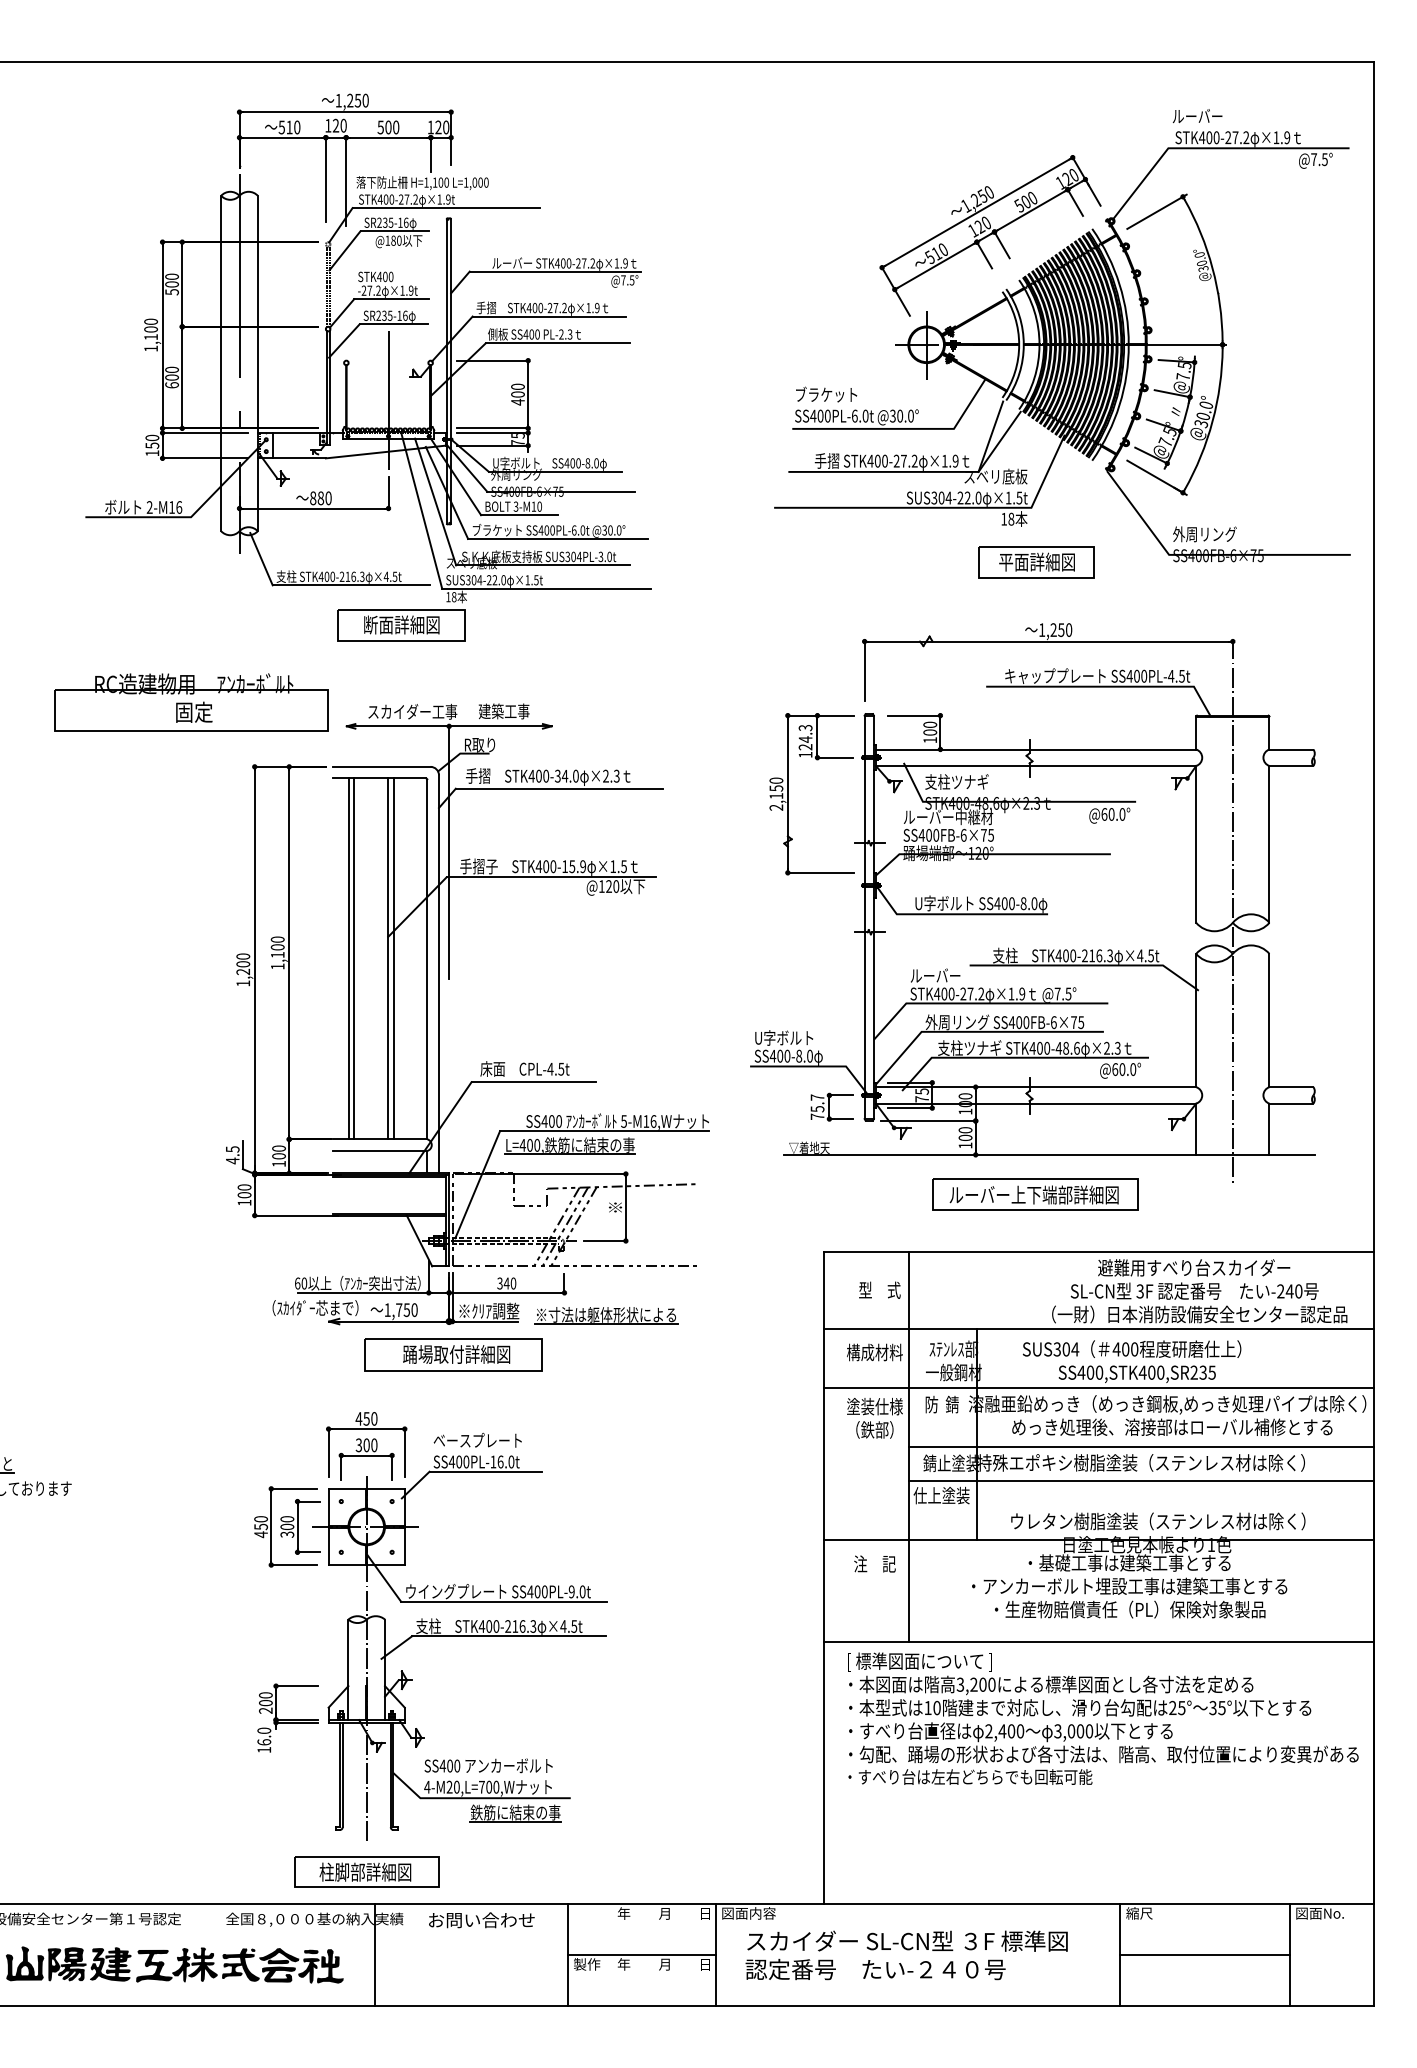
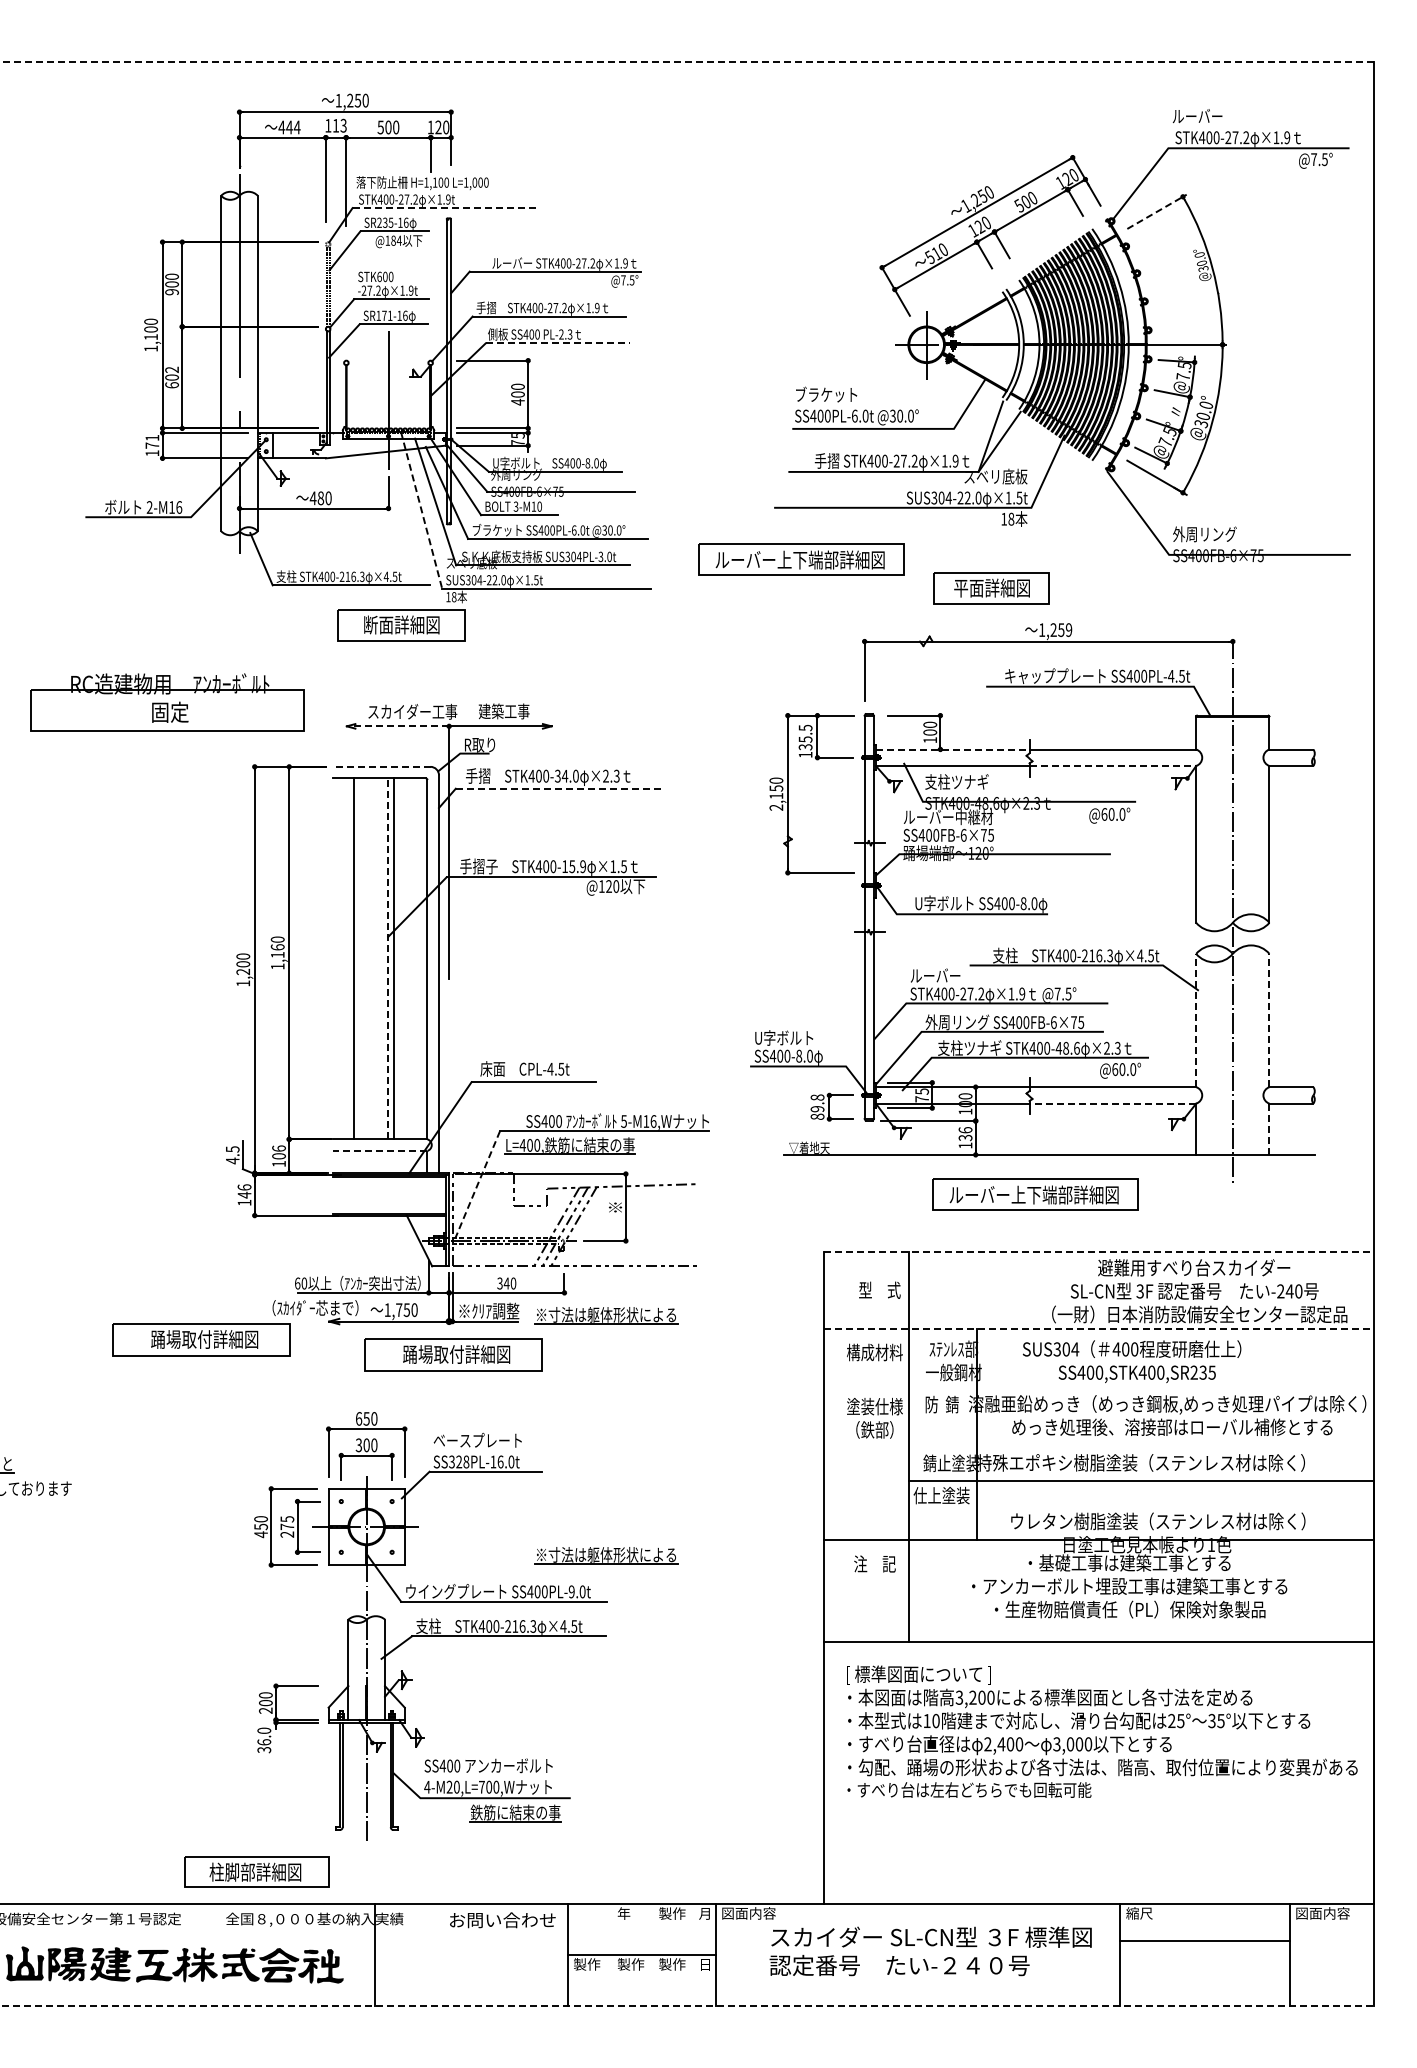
line at (687, 62): solid -> dashed
text at (339, 125): 120 -> 113
text at (289, 127): 510 -> 444
line at (446, 208): solid -> dashed
line at (1157, 211): solid -> dashed
text at (398, 240): @180 -> @184
text at (379, 276): STK400 -> STK600
text at (171, 292): 500 -> 900
text at (384, 315): SR235-16 -> SR171-16
line at (558, 343): solid -> dashed
text at (171, 369): 600 -> 602
text at (152, 441): 150 -> 171
text at (312, 498): 880 -> 480
line at (421, 510): solid -> dashed
part at (801, 559): none -> present
part at (1036, 562) position: (1036, 562) -> (991, 588)
text at (1068, 629): 1,250 -> 1,259
part at (191, 702) position: (191, 702) -> (167, 702)
line at (397, 726): solid -> dashed
text at (805, 737): 124.3 -> 135.5
line at (952, 749): solid -> dashed
line at (1113, 765): solid -> dashed
line at (381, 766): solid -> dashed
line at (559, 788): solid -> dashed
text at (277, 947): 1,100 -> 1,160
line at (348, 958): present -> none
line at (388, 958): solid -> dashed
line at (1196, 1020): solid -> dashed
line at (1269, 1020): solid -> dashed
line at (1112, 1103): solid -> dashed
text at (817, 1106): 75.7 -> 89.8
line at (1269, 1129): solid -> dashed
text at (965, 1134): 100 -> 136
text at (278, 1148): 100 -> 106
line at (379, 1150): solid -> dashed
line at (477, 1185): solid -> dashed
text at (244, 1191): 100 -> 146
line at (1099, 1252): solid -> dashed
line at (1099, 1328): solid -> dashed
part at (201, 1339): none -> present
line at (1099, 1387): present -> none
text at (358, 1418): 450 -> 650
line at (1141, 1447): present -> none
text at (458, 1461): SS400PL-16.0t -> SS328PL-16.0t
text at (287, 1526): 300 -> 275
part at (606, 1555): none -> present
text at (1103, 1718) position: (1103, 1718) -> (1102, 1731)
text at (264, 1750): 16.0 -> 36.0
part at (366, 1871) position: (366, 1871) -> (256, 1871)
text at (672, 1913): 月 -> 製作
text at (704, 1913): 日 -> 月
text at (1336, 1913): 図面No. -> 図面内容
text at (481, 1920) position: (481, 1920) -> (502, 1920)
text at (906, 1955) position: (906, 1955) -> (930, 1951)
line at (1204, 1955) position: (1204, 1955) -> (1204, 1941)
text at (630, 1964): 年 -> 製作
text at (672, 1964): 月 -> 製作
line at (687, 2005): solid -> dashed
